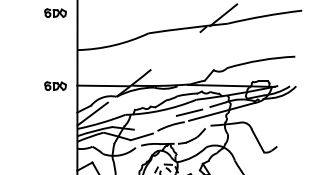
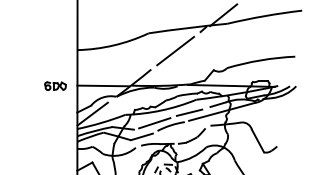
part at (55, 12): present -> none
line at (175, 50): none -> present
line at (154, 123): none -> present
